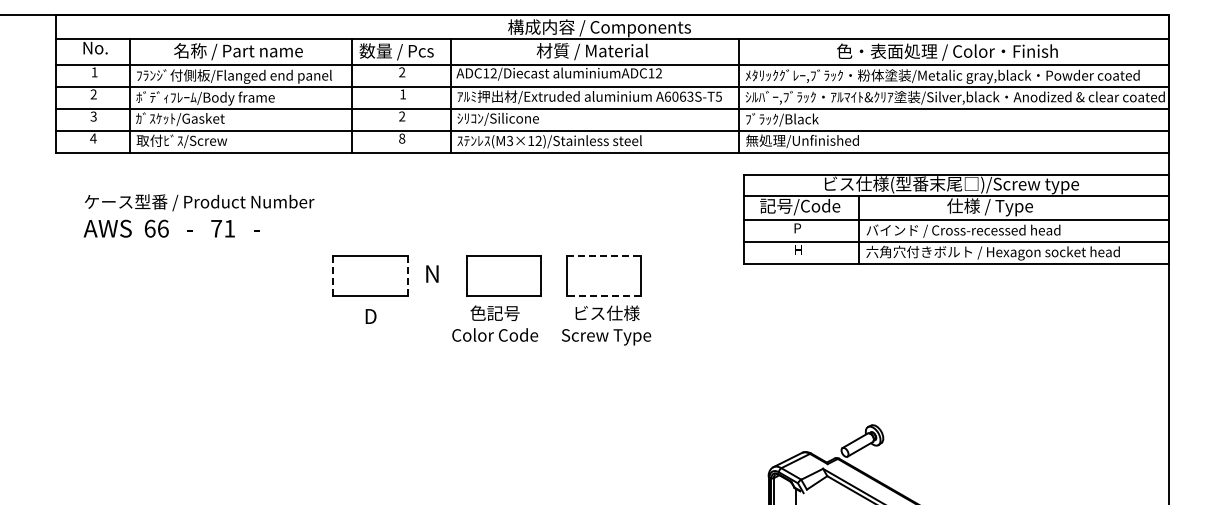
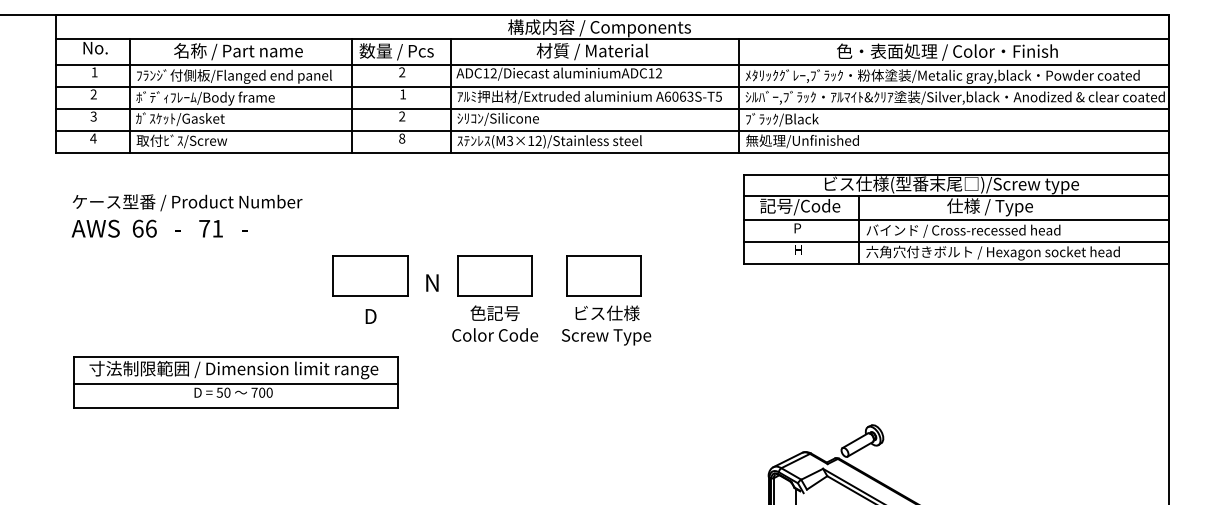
text at (198, 215) position: (198, 215) -> (186, 215)
line at (604, 256): dashed -> solid
text at (432, 273) position: (432, 273) -> (432, 282)
line at (333, 275): dashed -> solid
line at (408, 275): dashed -> solid
part at (503, 275) position: (503, 275) -> (494, 275)
line at (603, 295): dashed -> solid
part at (235, 382): none -> present
